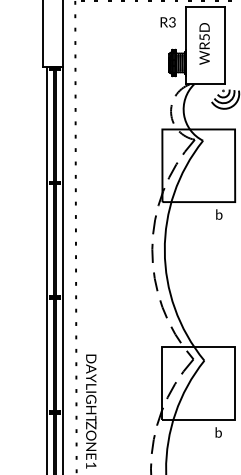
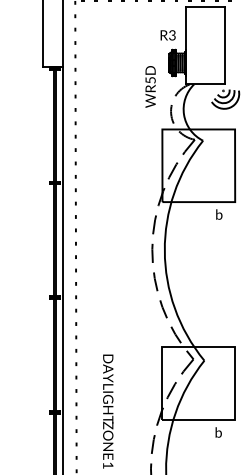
text at (167, 22) position: (167, 22) -> (167, 35)
text at (204, 43) position: (204, 43) -> (150, 86)
line at (47, 268): present -> none
text at (91, 411) position: (91, 411) -> (108, 411)
